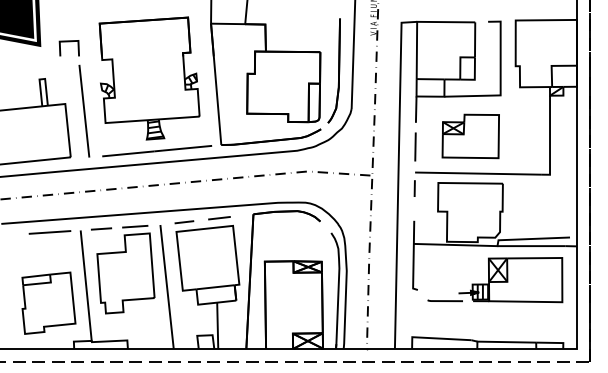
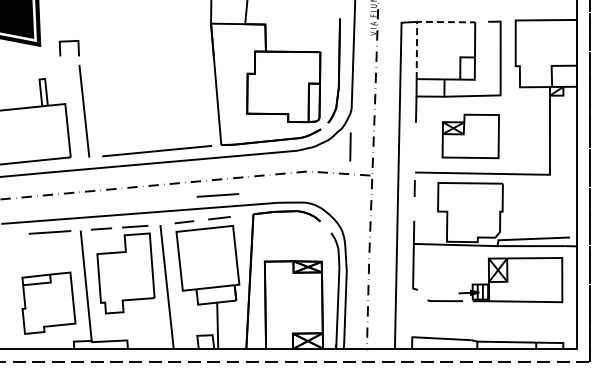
line at (417, 21): solid -> dashed
part at (149, 78): present -> none
line at (415, 146) position: (415, 146) -> (350, 146)
line at (217, 195): none -> present
